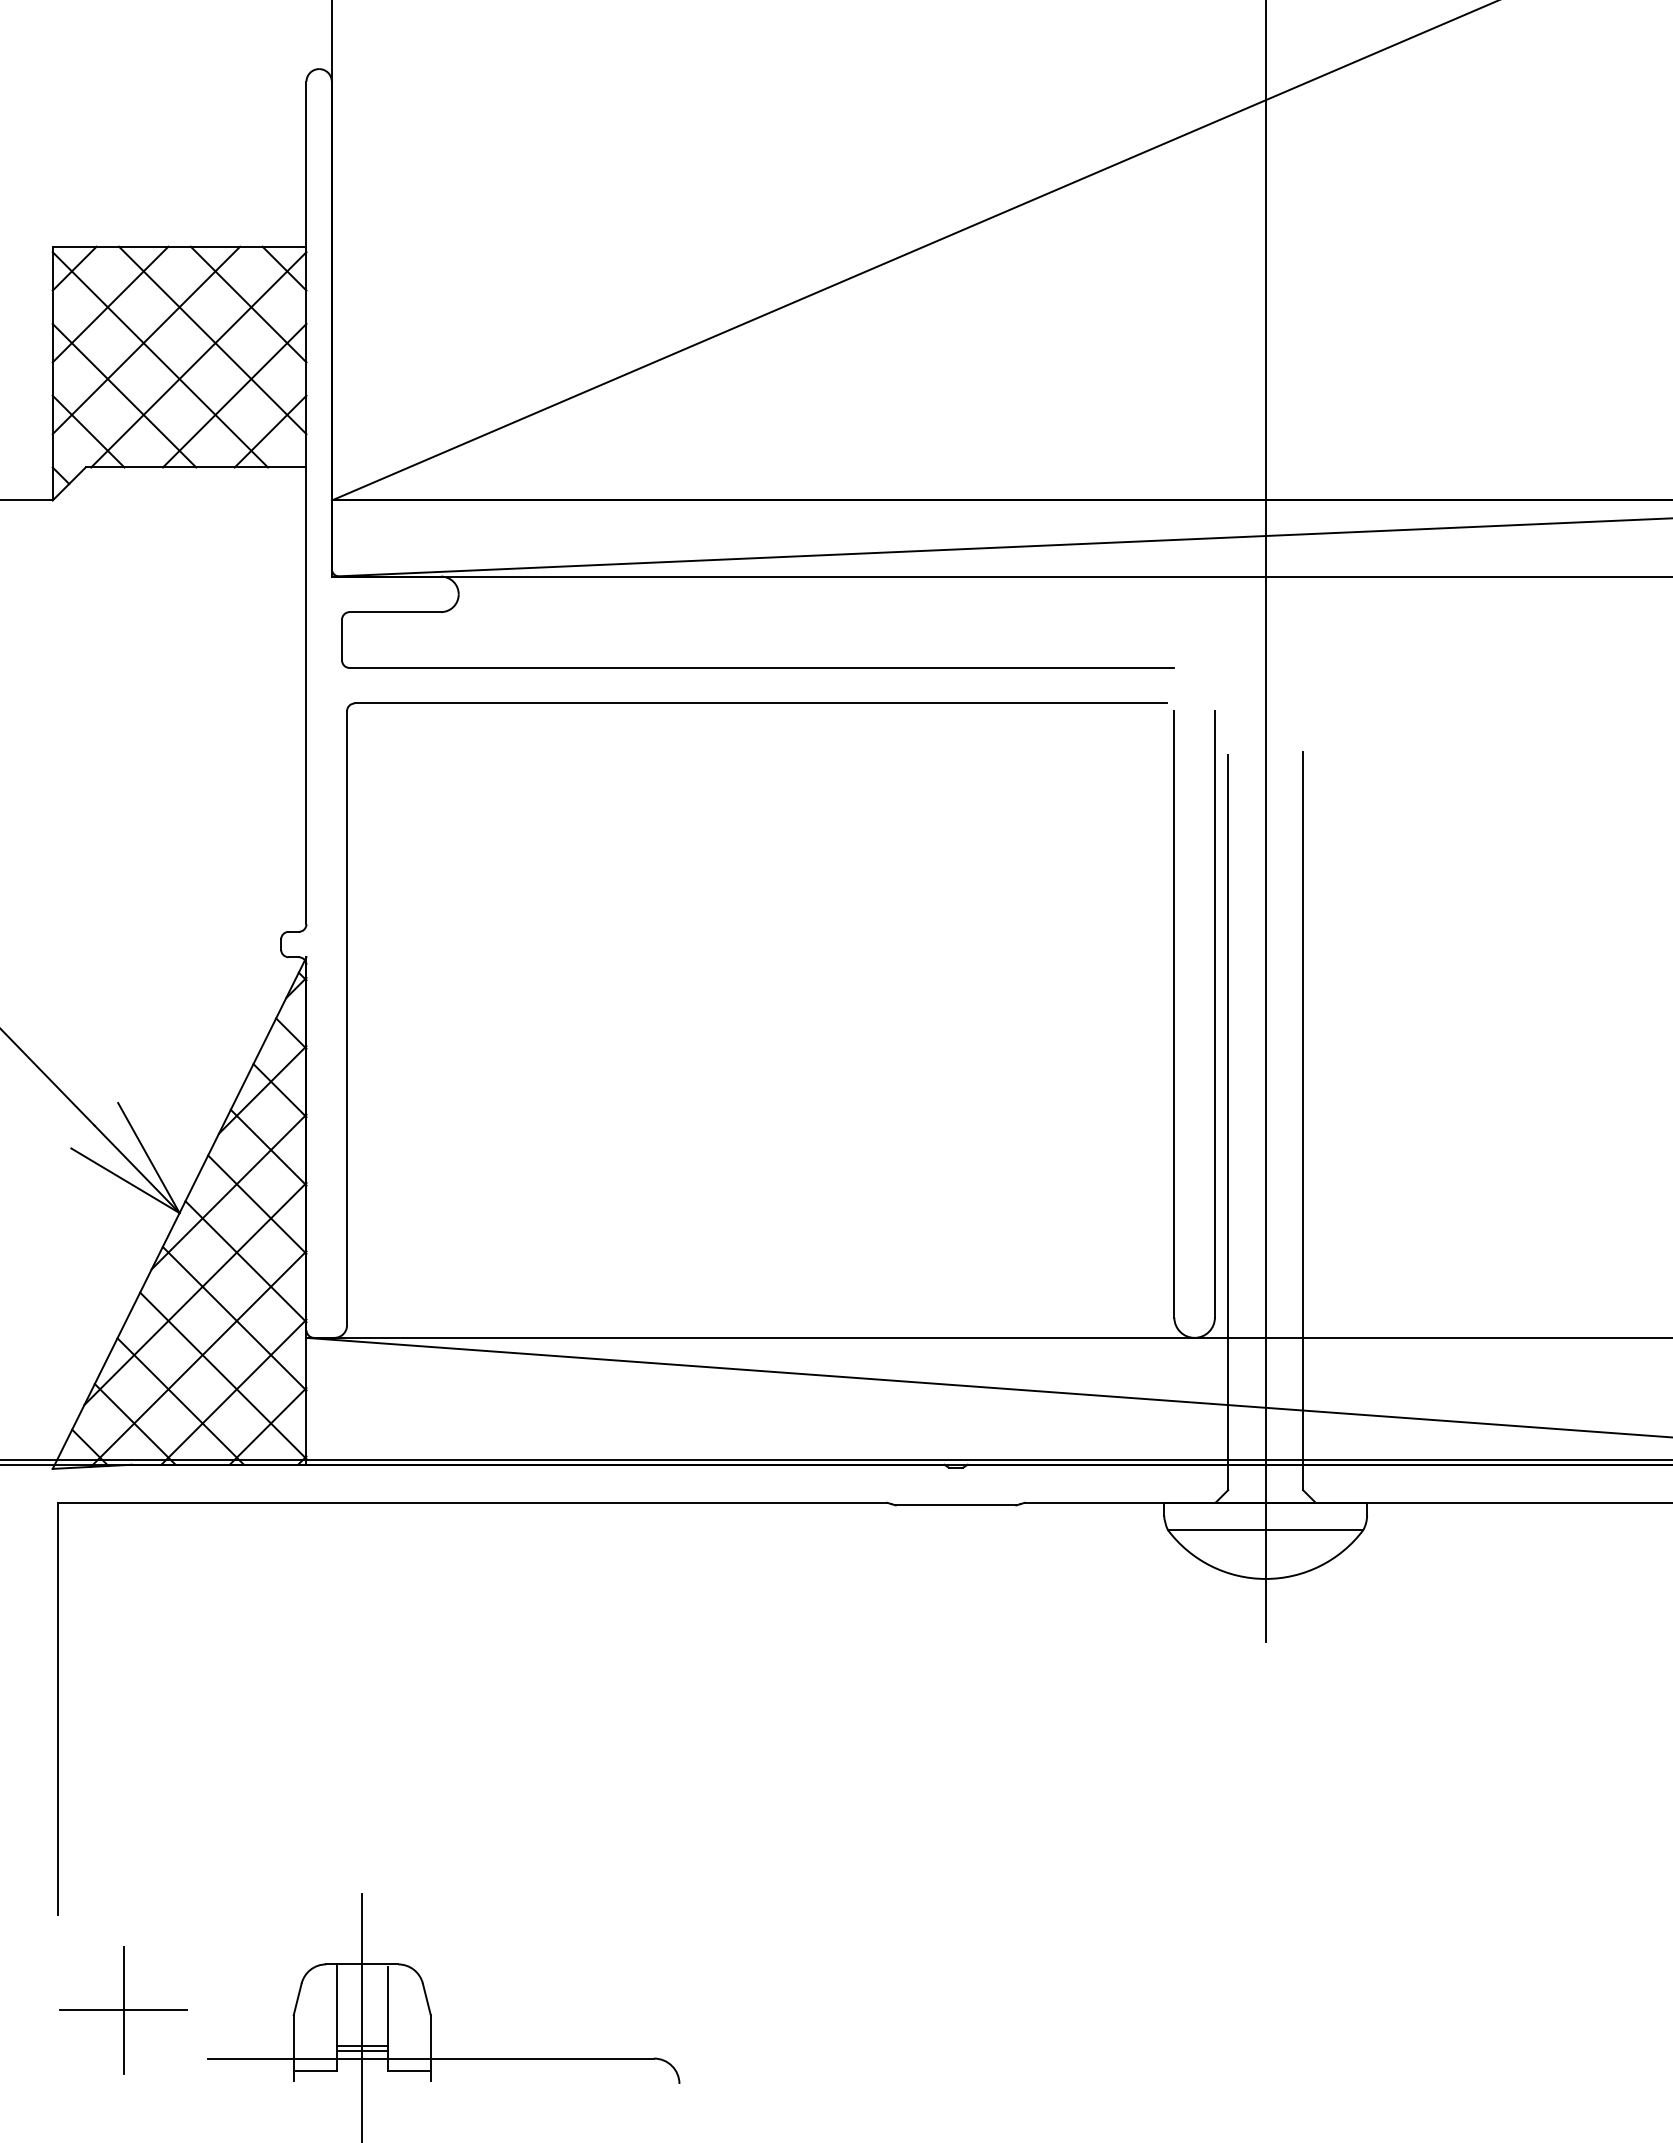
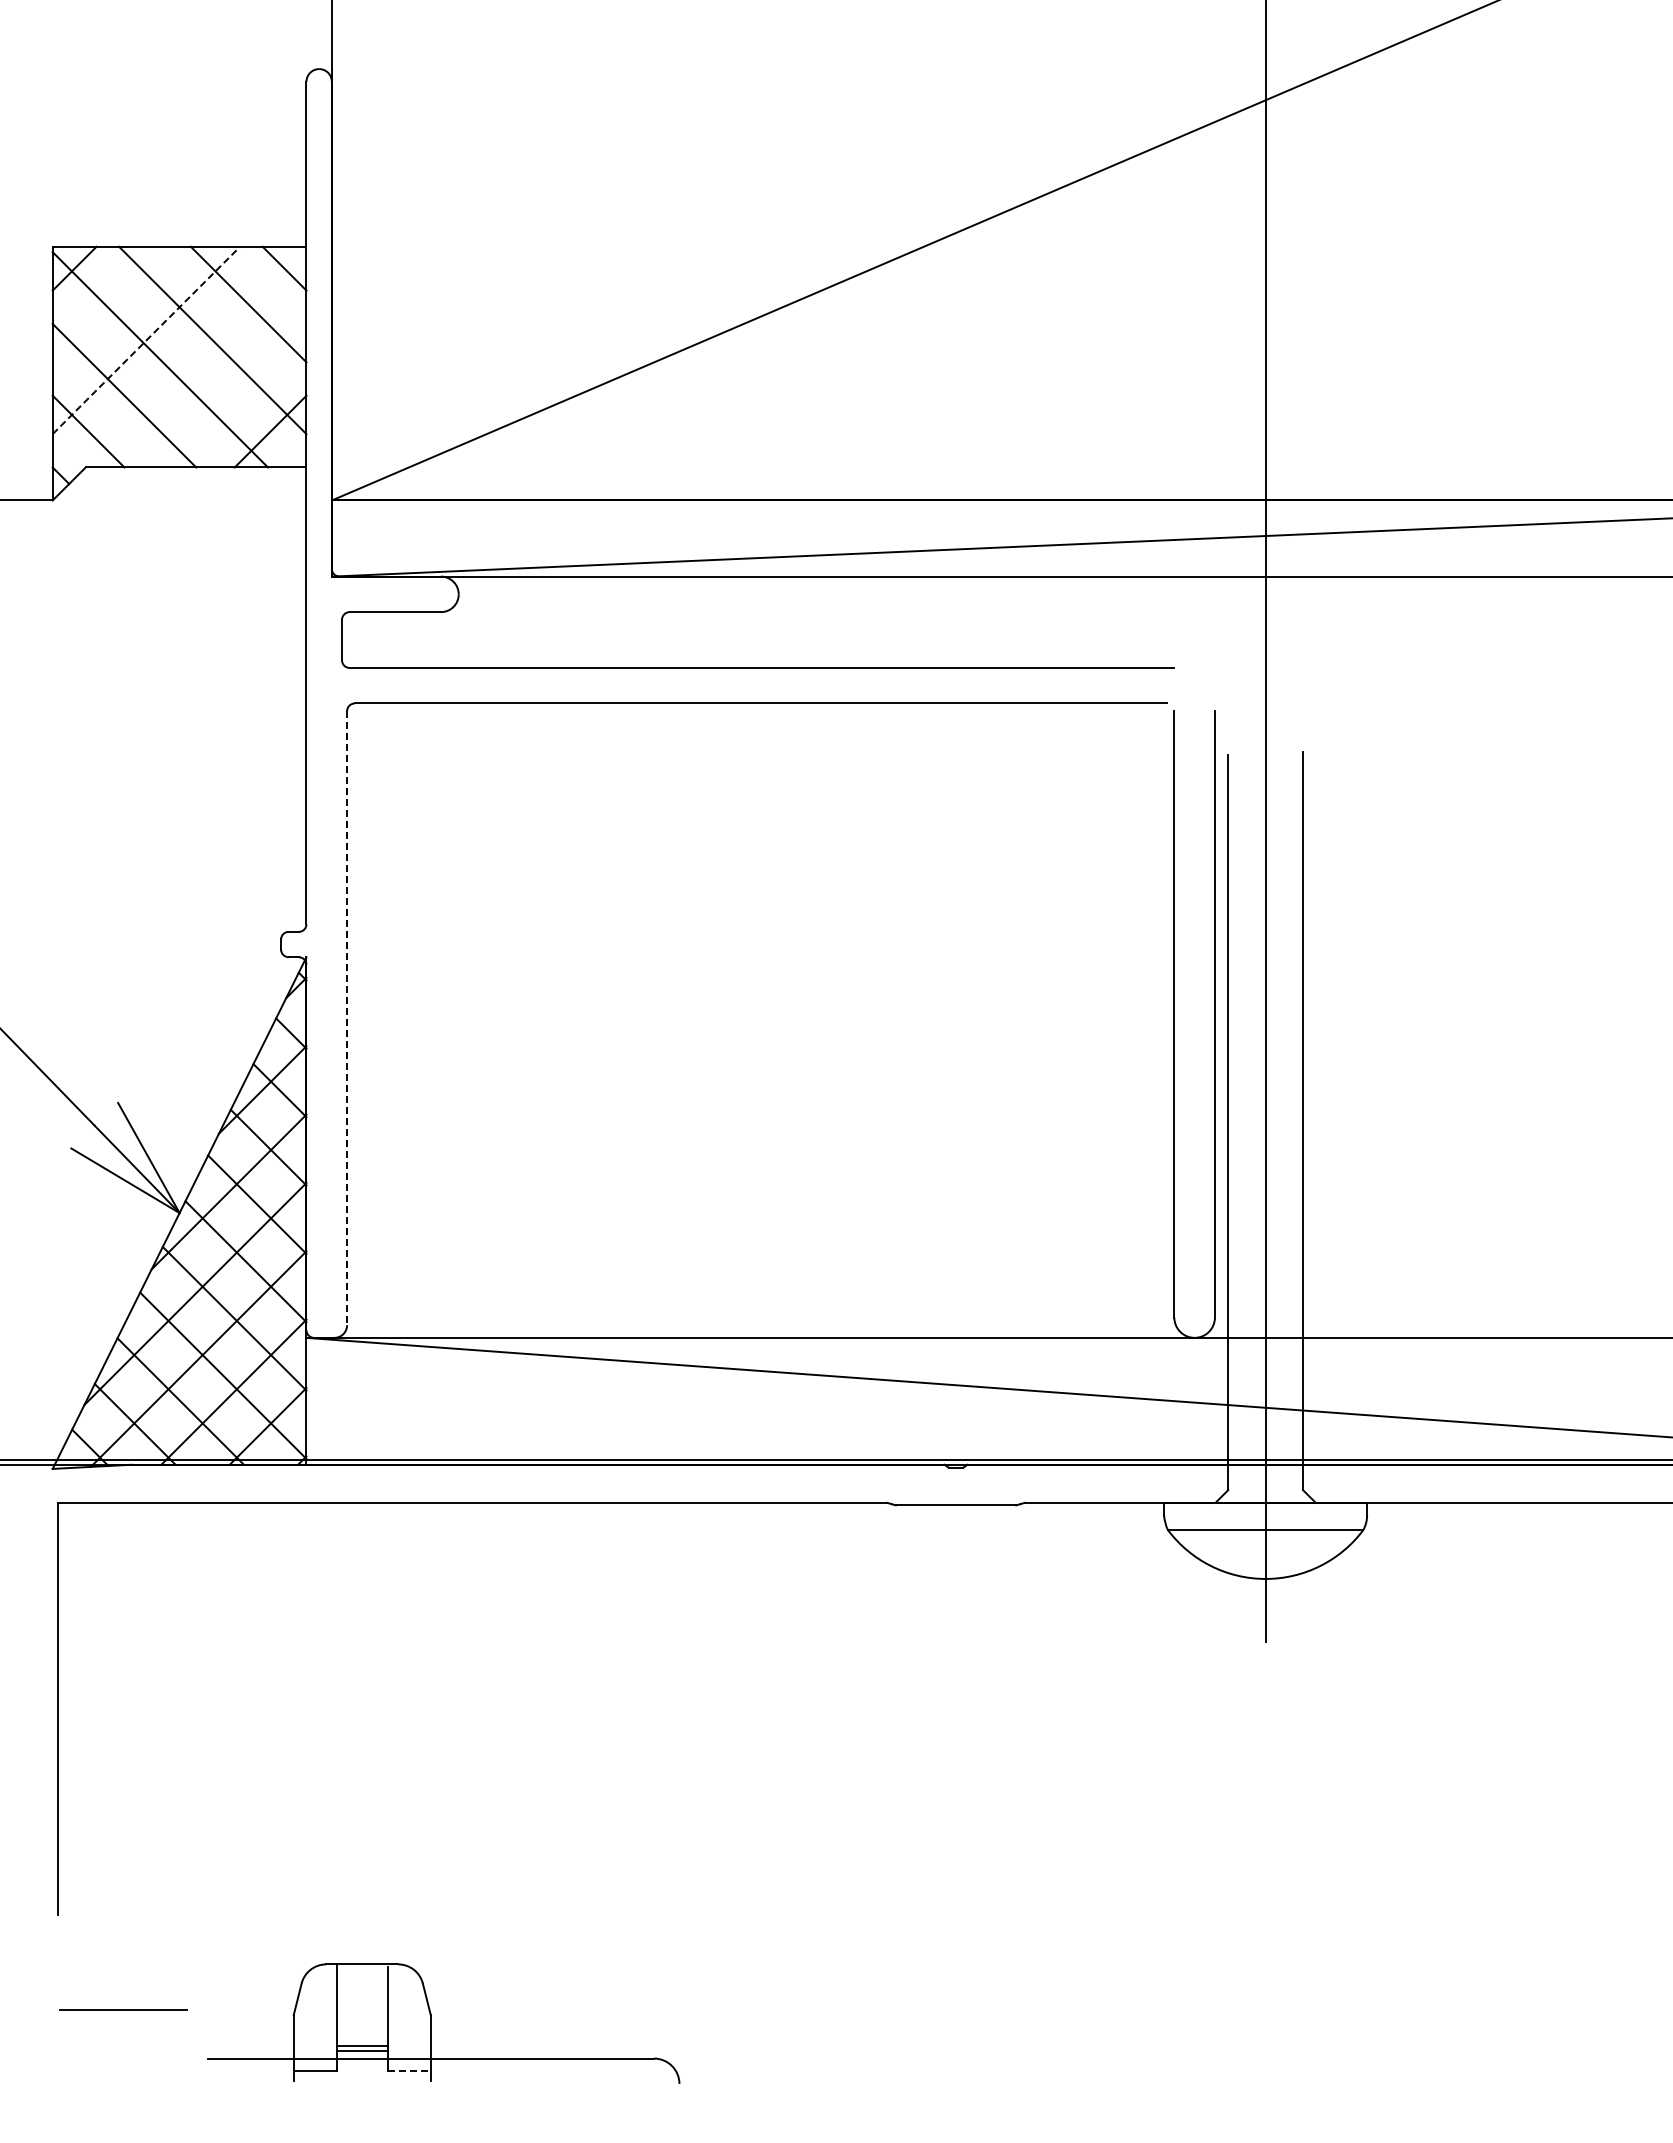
line at (110, 304): present -> none
line at (146, 340): solid -> dashed
line at (198, 359): present -> none
line at (234, 395): present -> none
line at (347, 1018): solid -> dashed
line at (123, 2009): present -> none
line at (362, 2016): present -> none
line at (409, 2070): solid -> dashed
